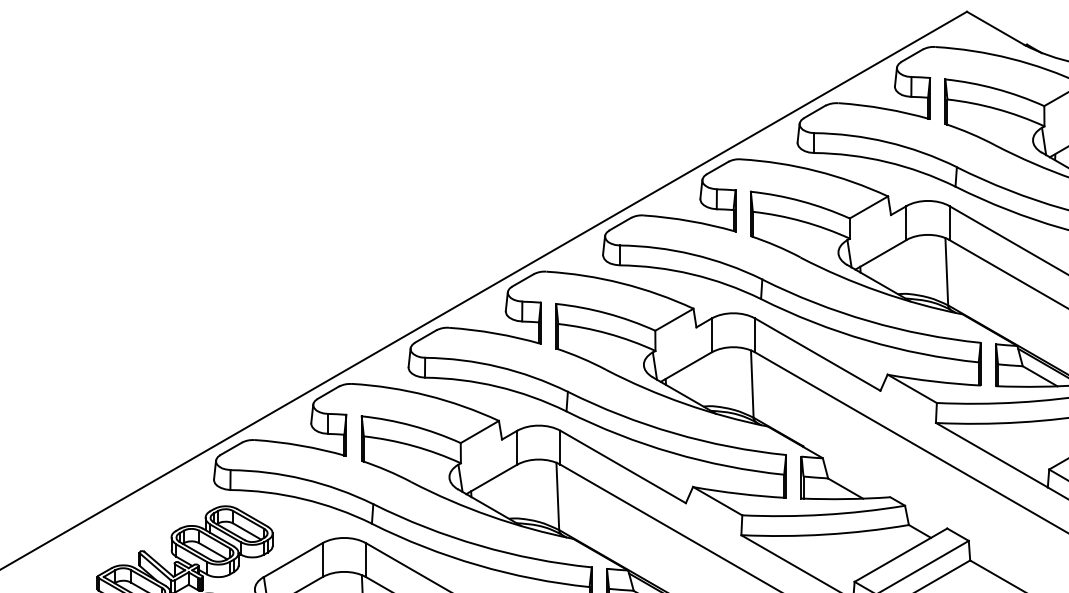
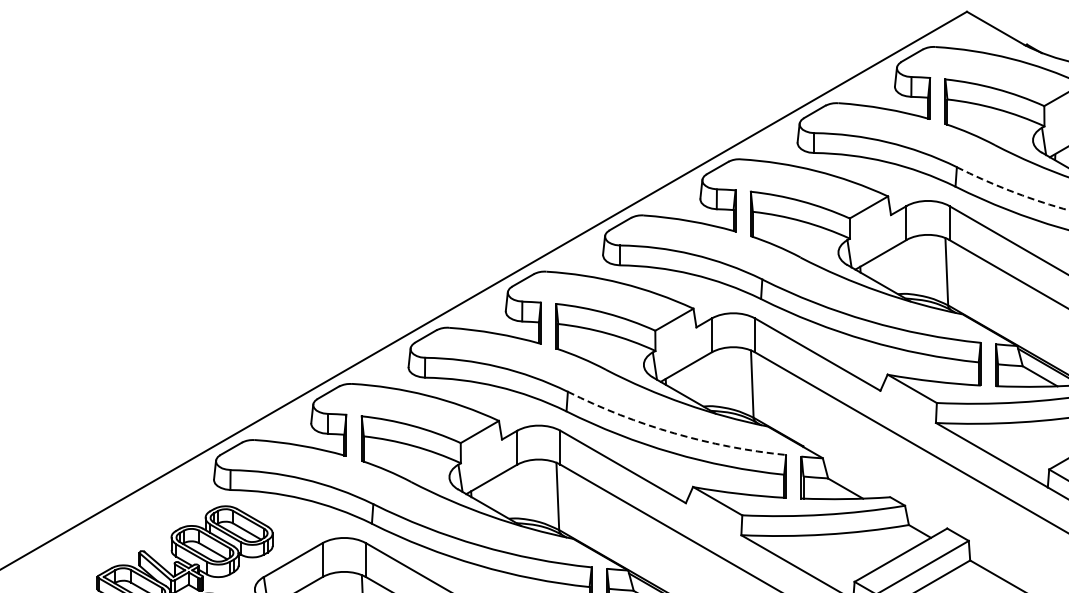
arc at (1011, 191): solid -> dashed
arc at (674, 433): solid -> dashed
